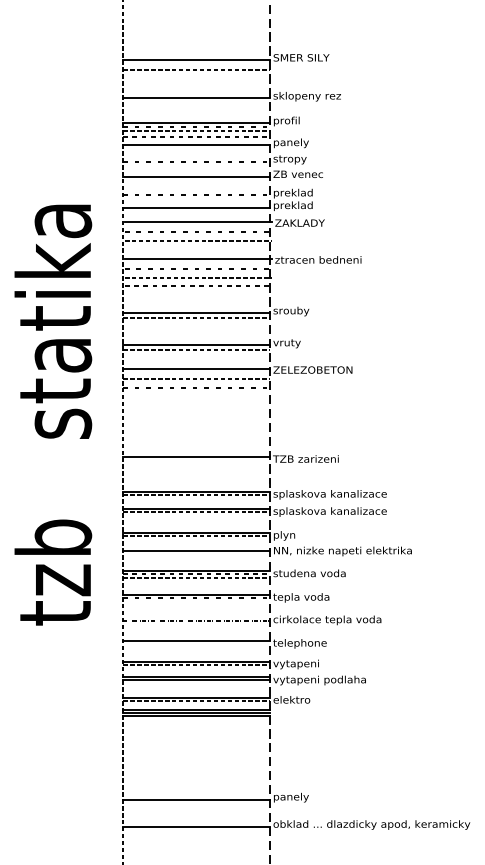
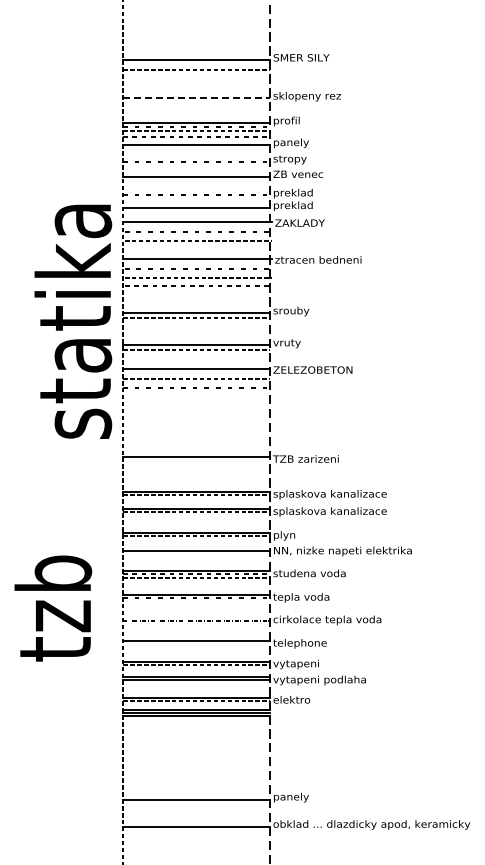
line at (197, 98): solid -> dashed
text at (53, 321) position: (53, 321) -> (73, 321)
text at (53, 572) position: (53, 572) -> (53, 608)
